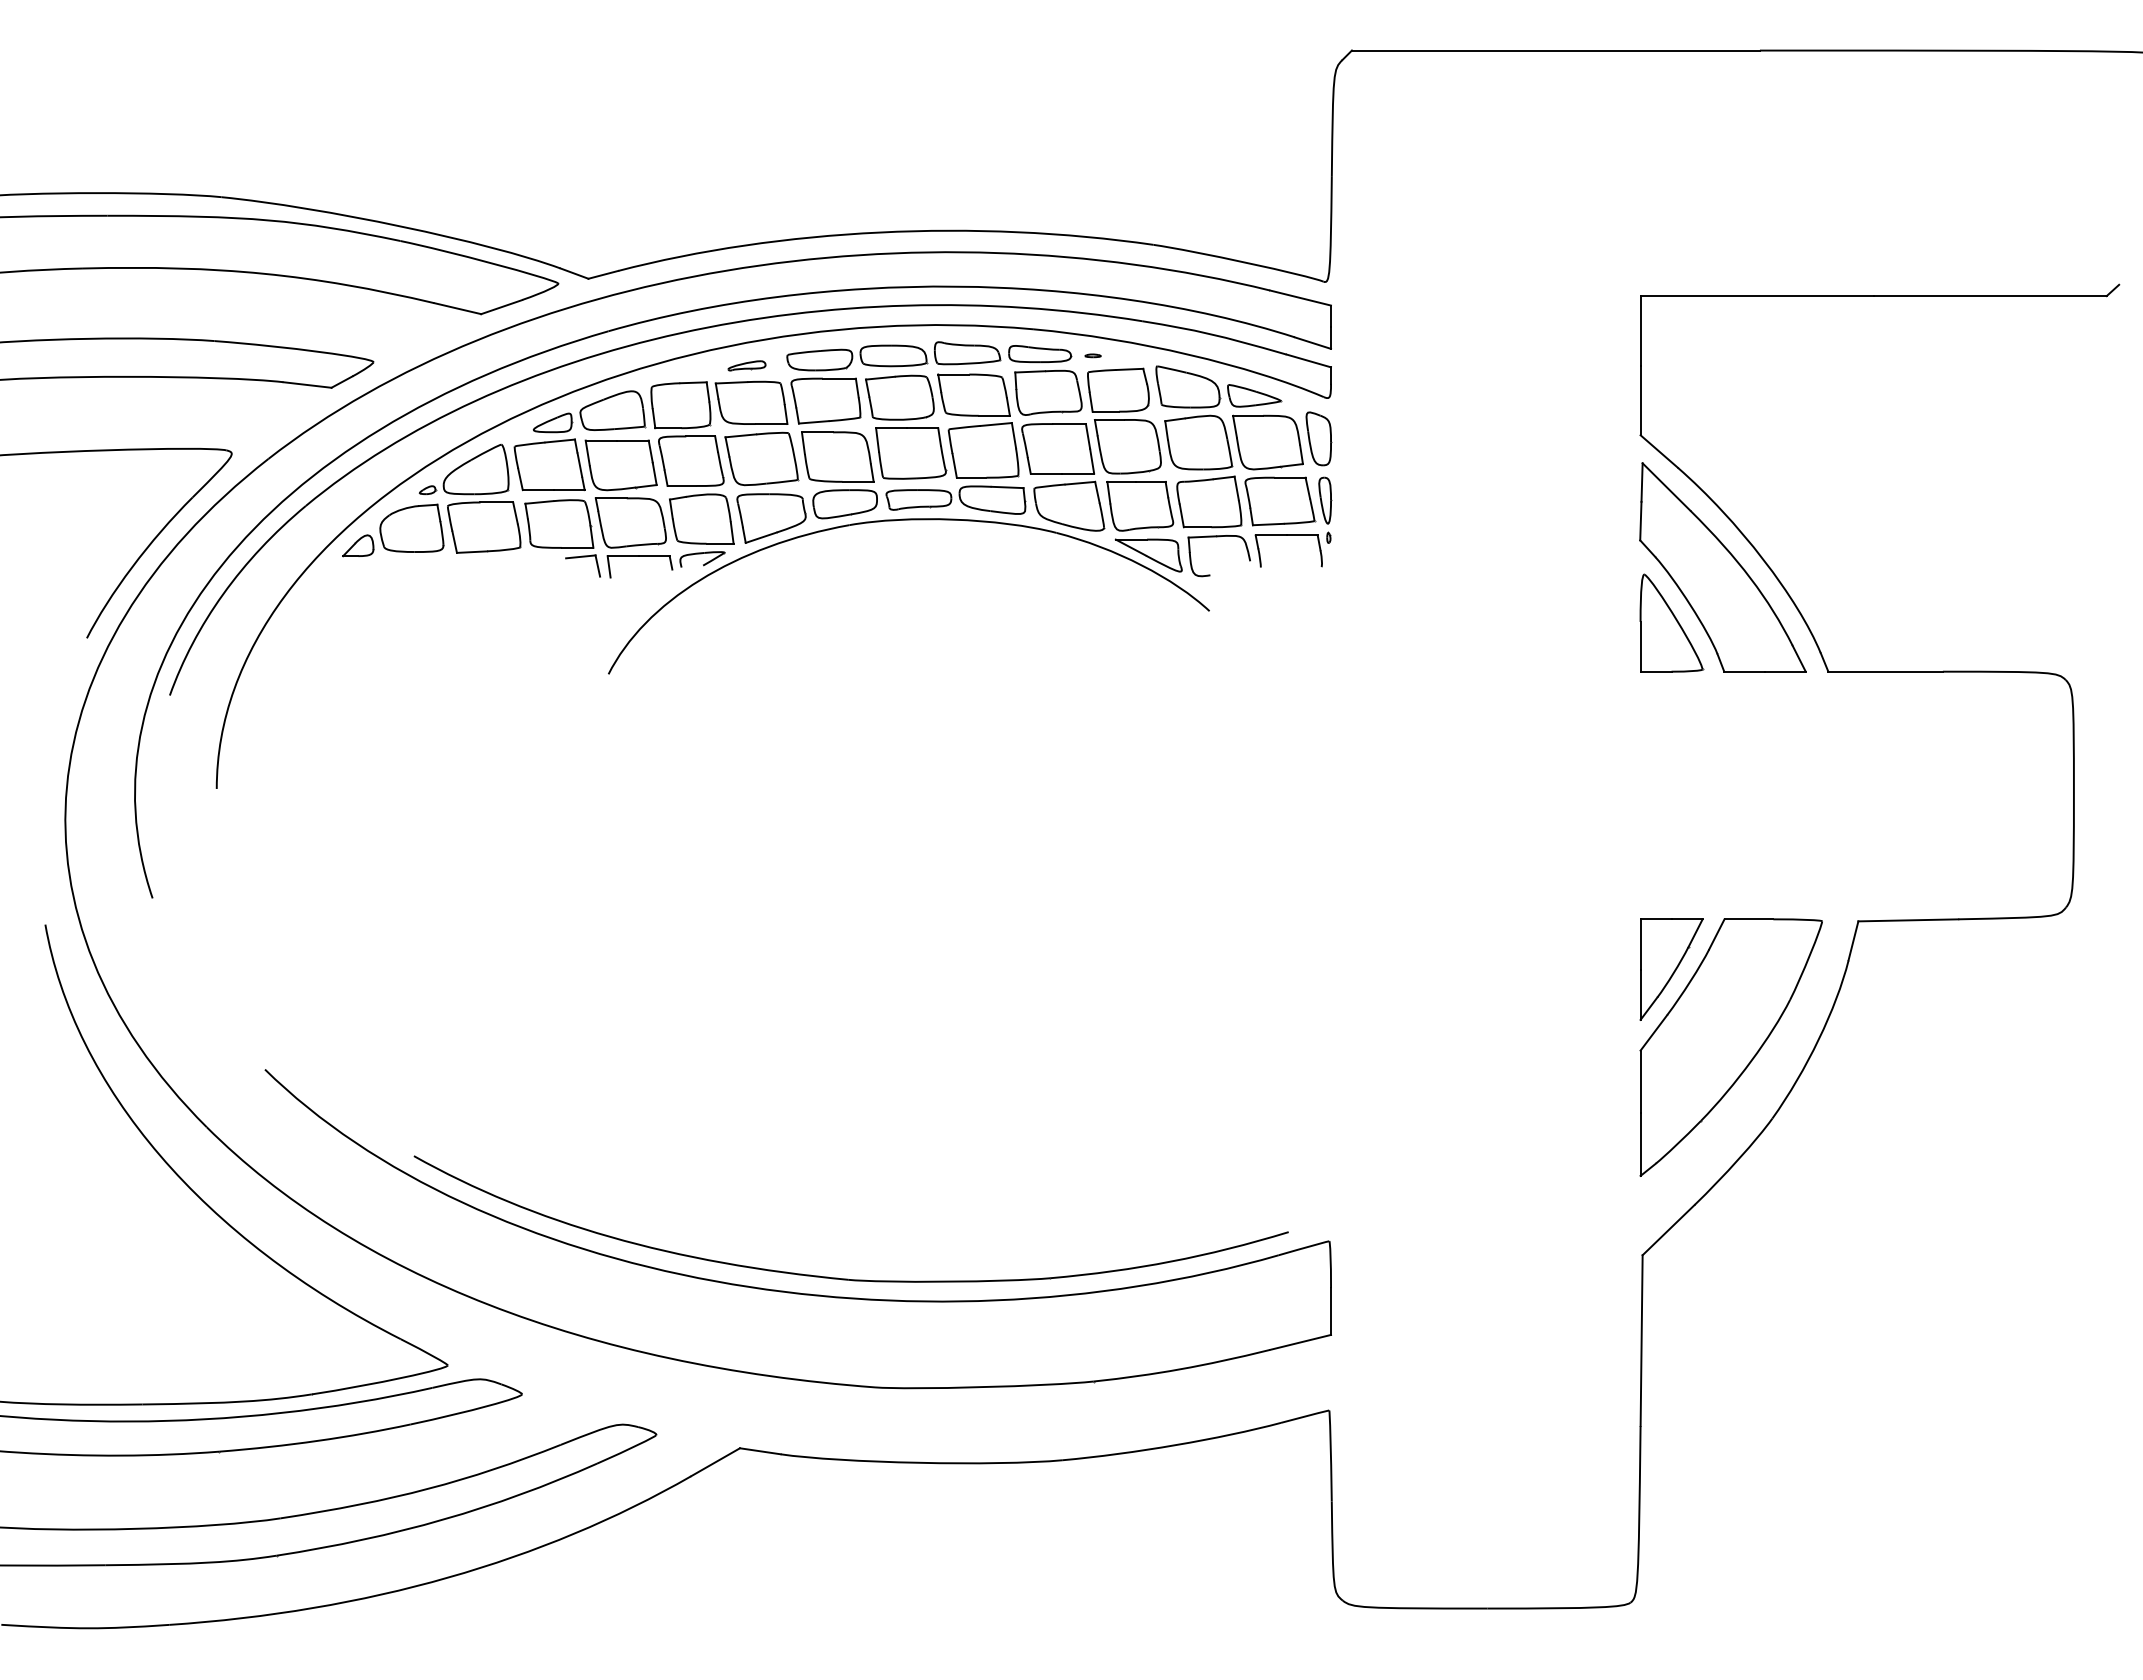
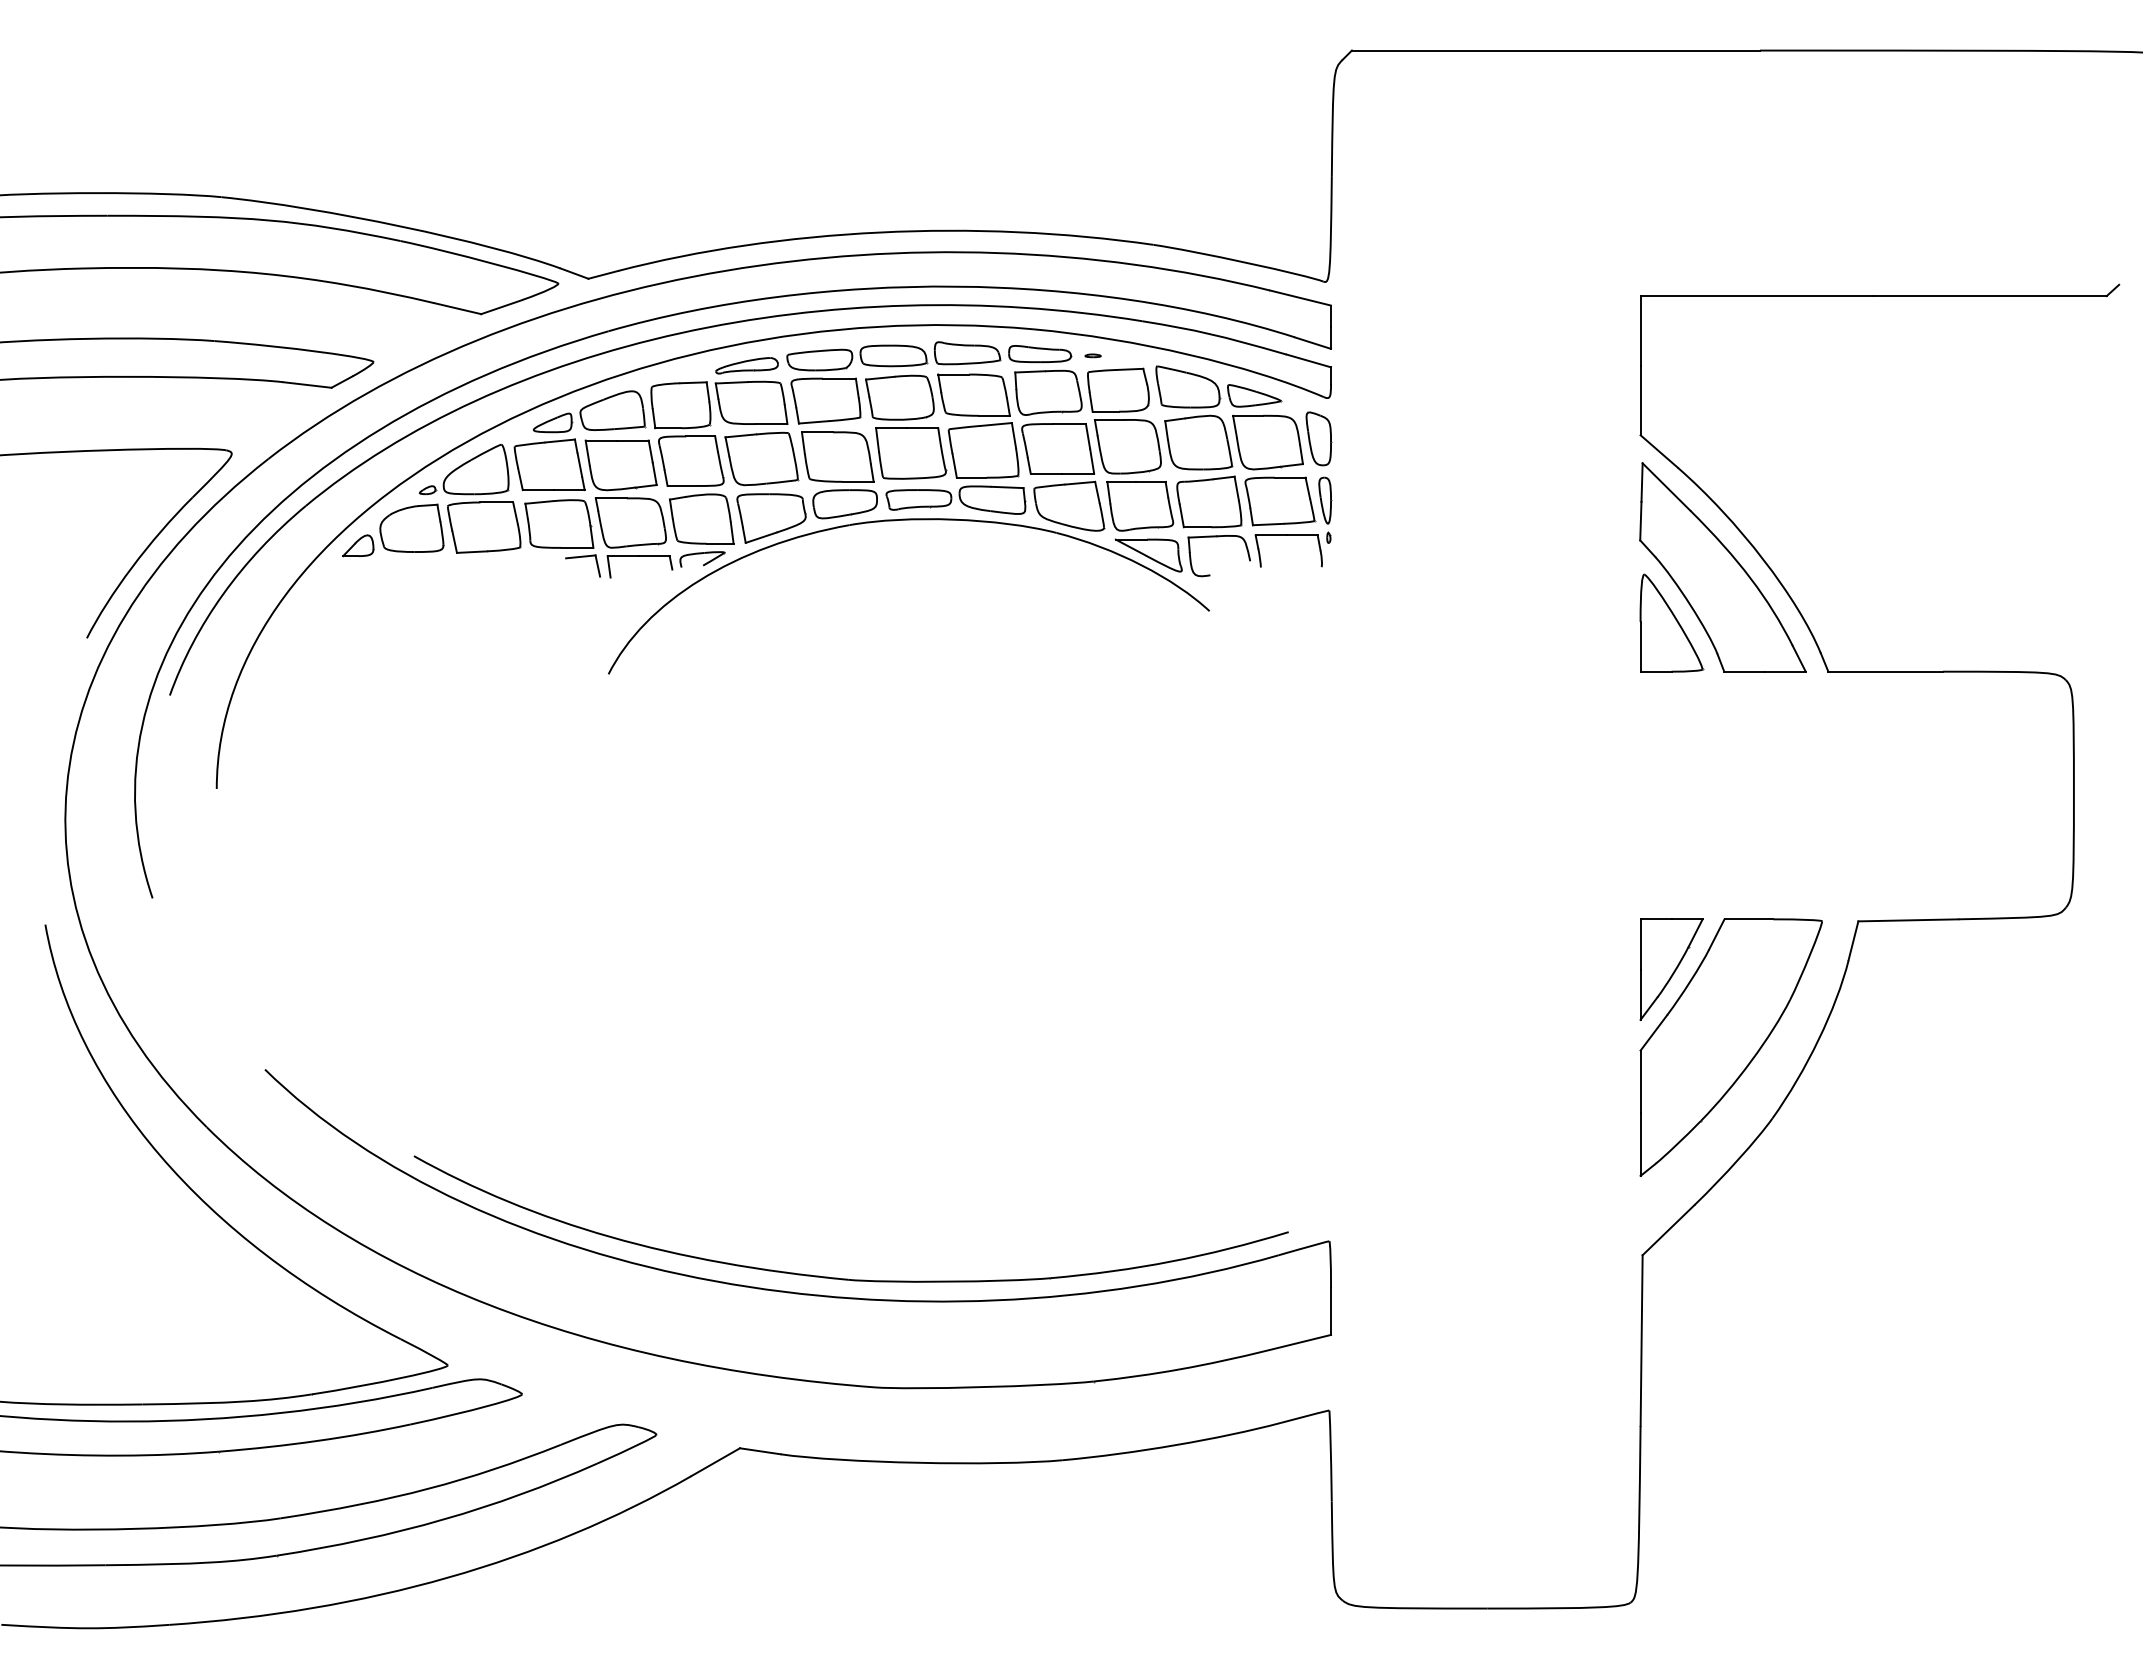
part at (746, 365) size: 40x12 px -> 64x18 px
